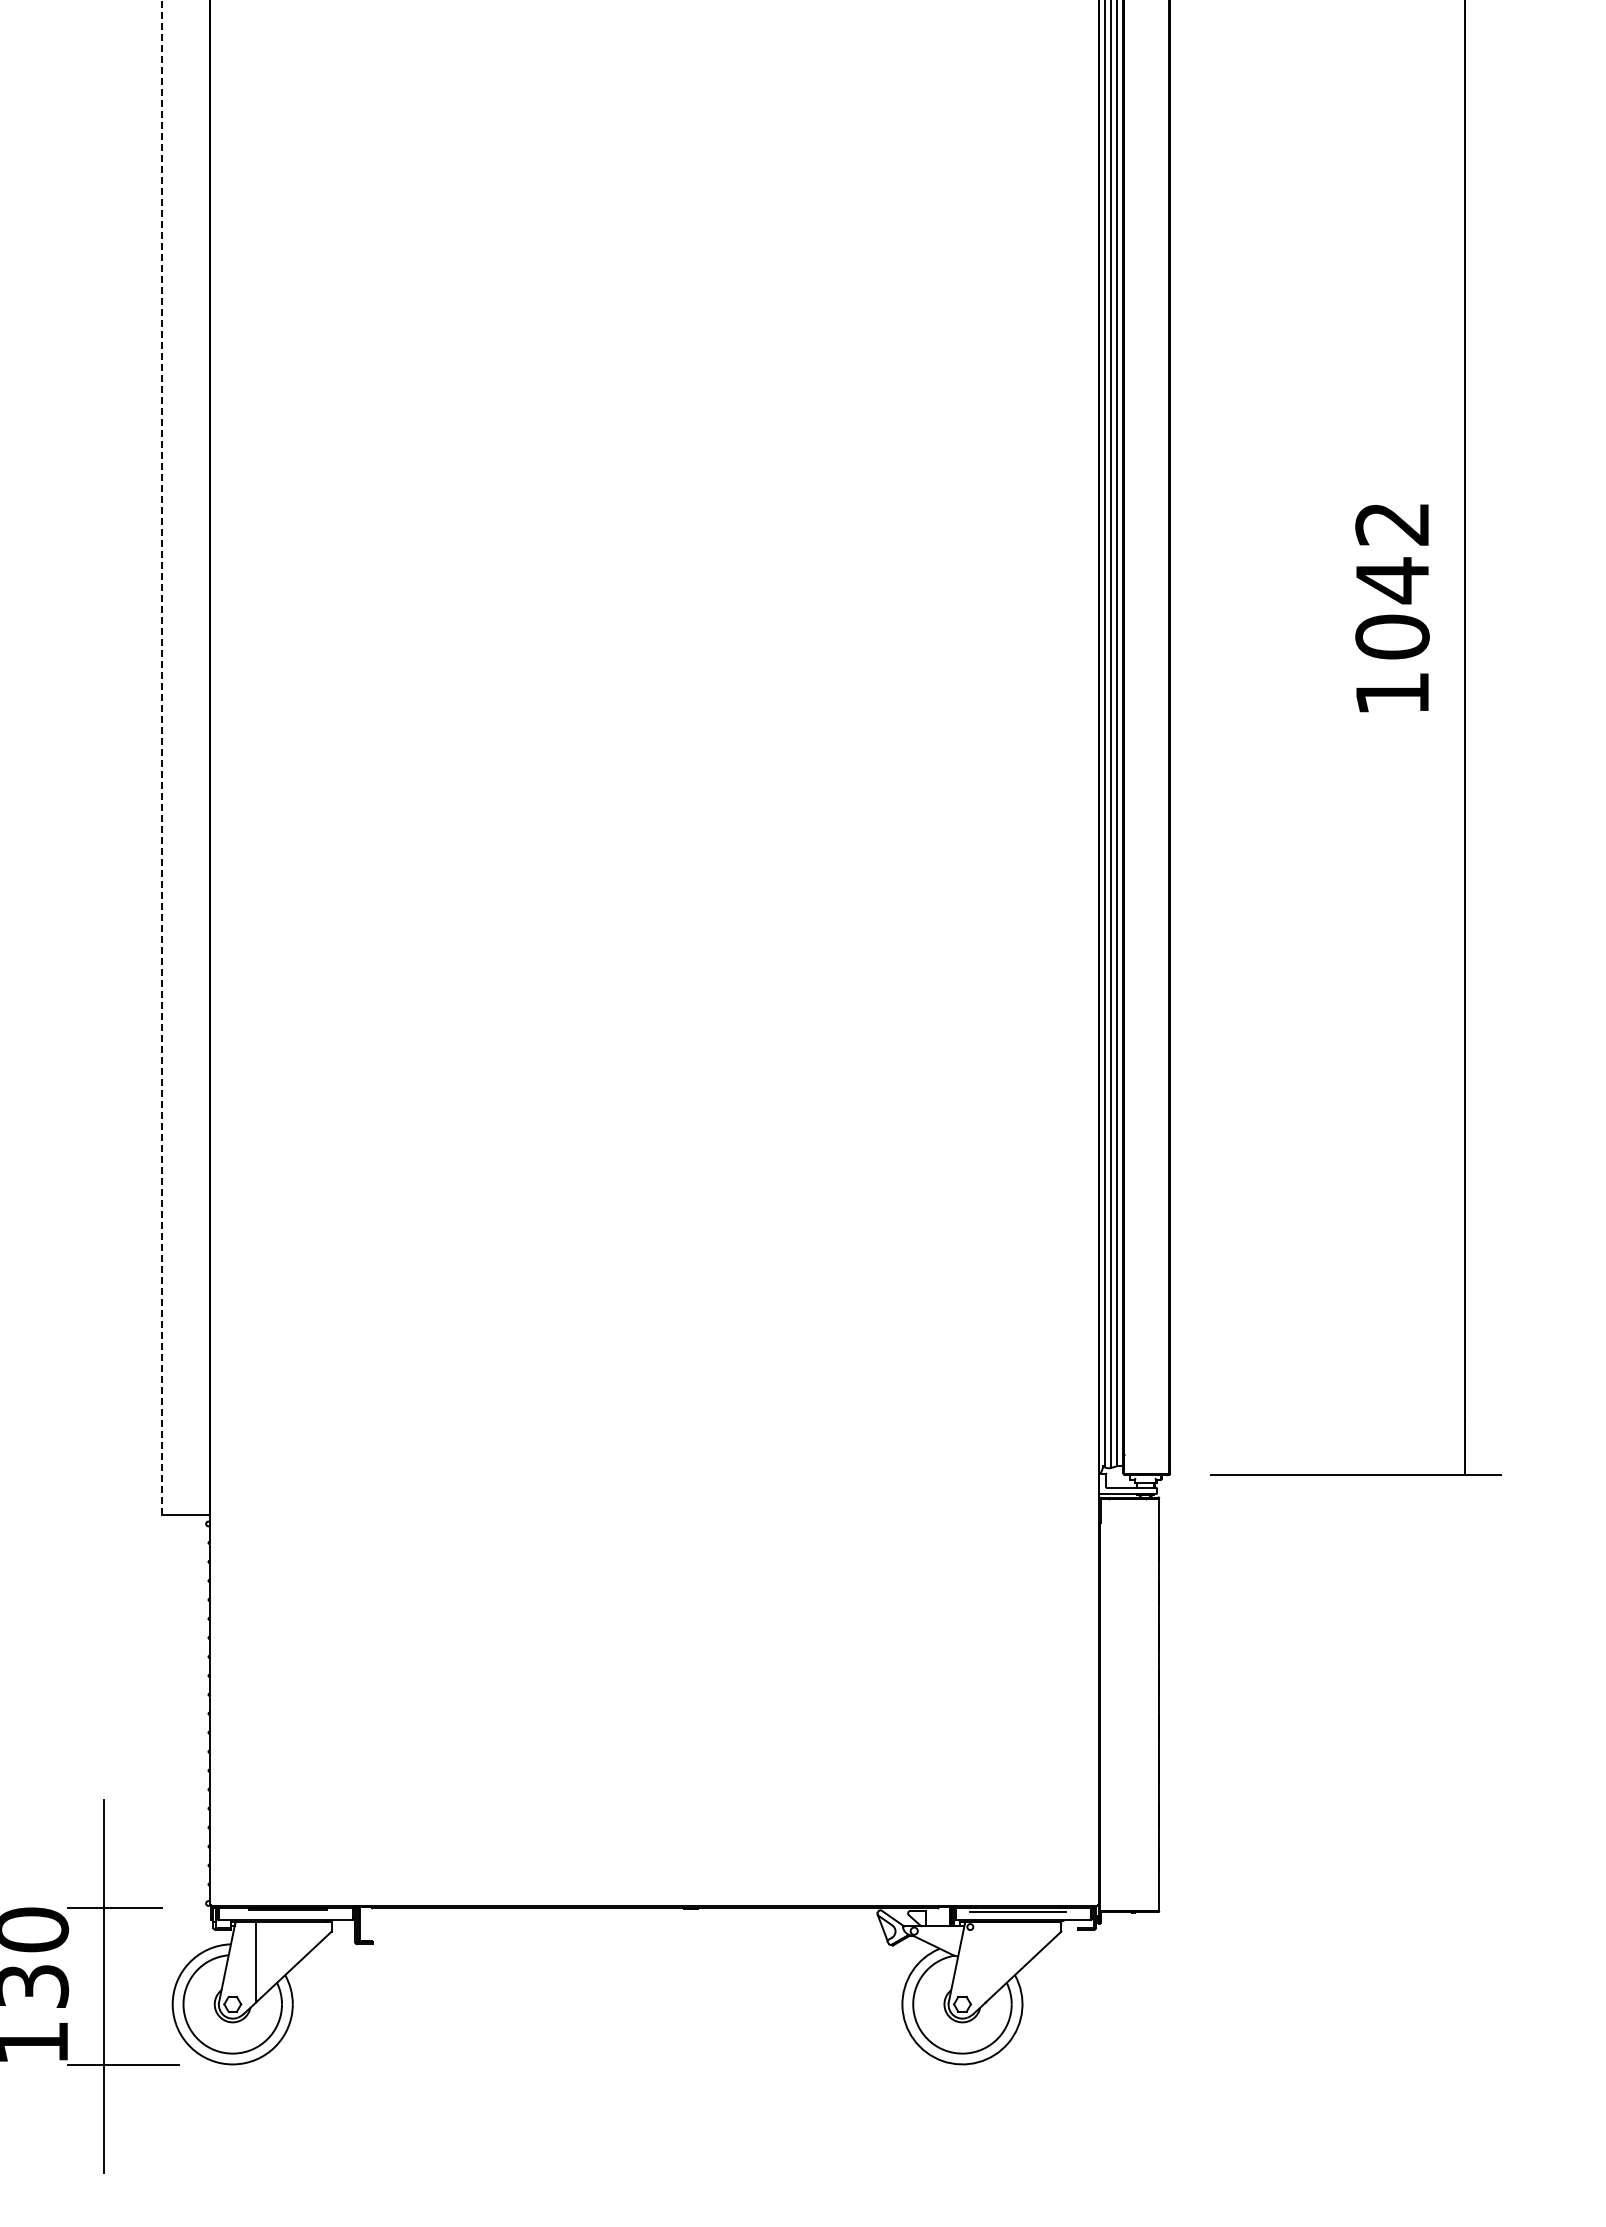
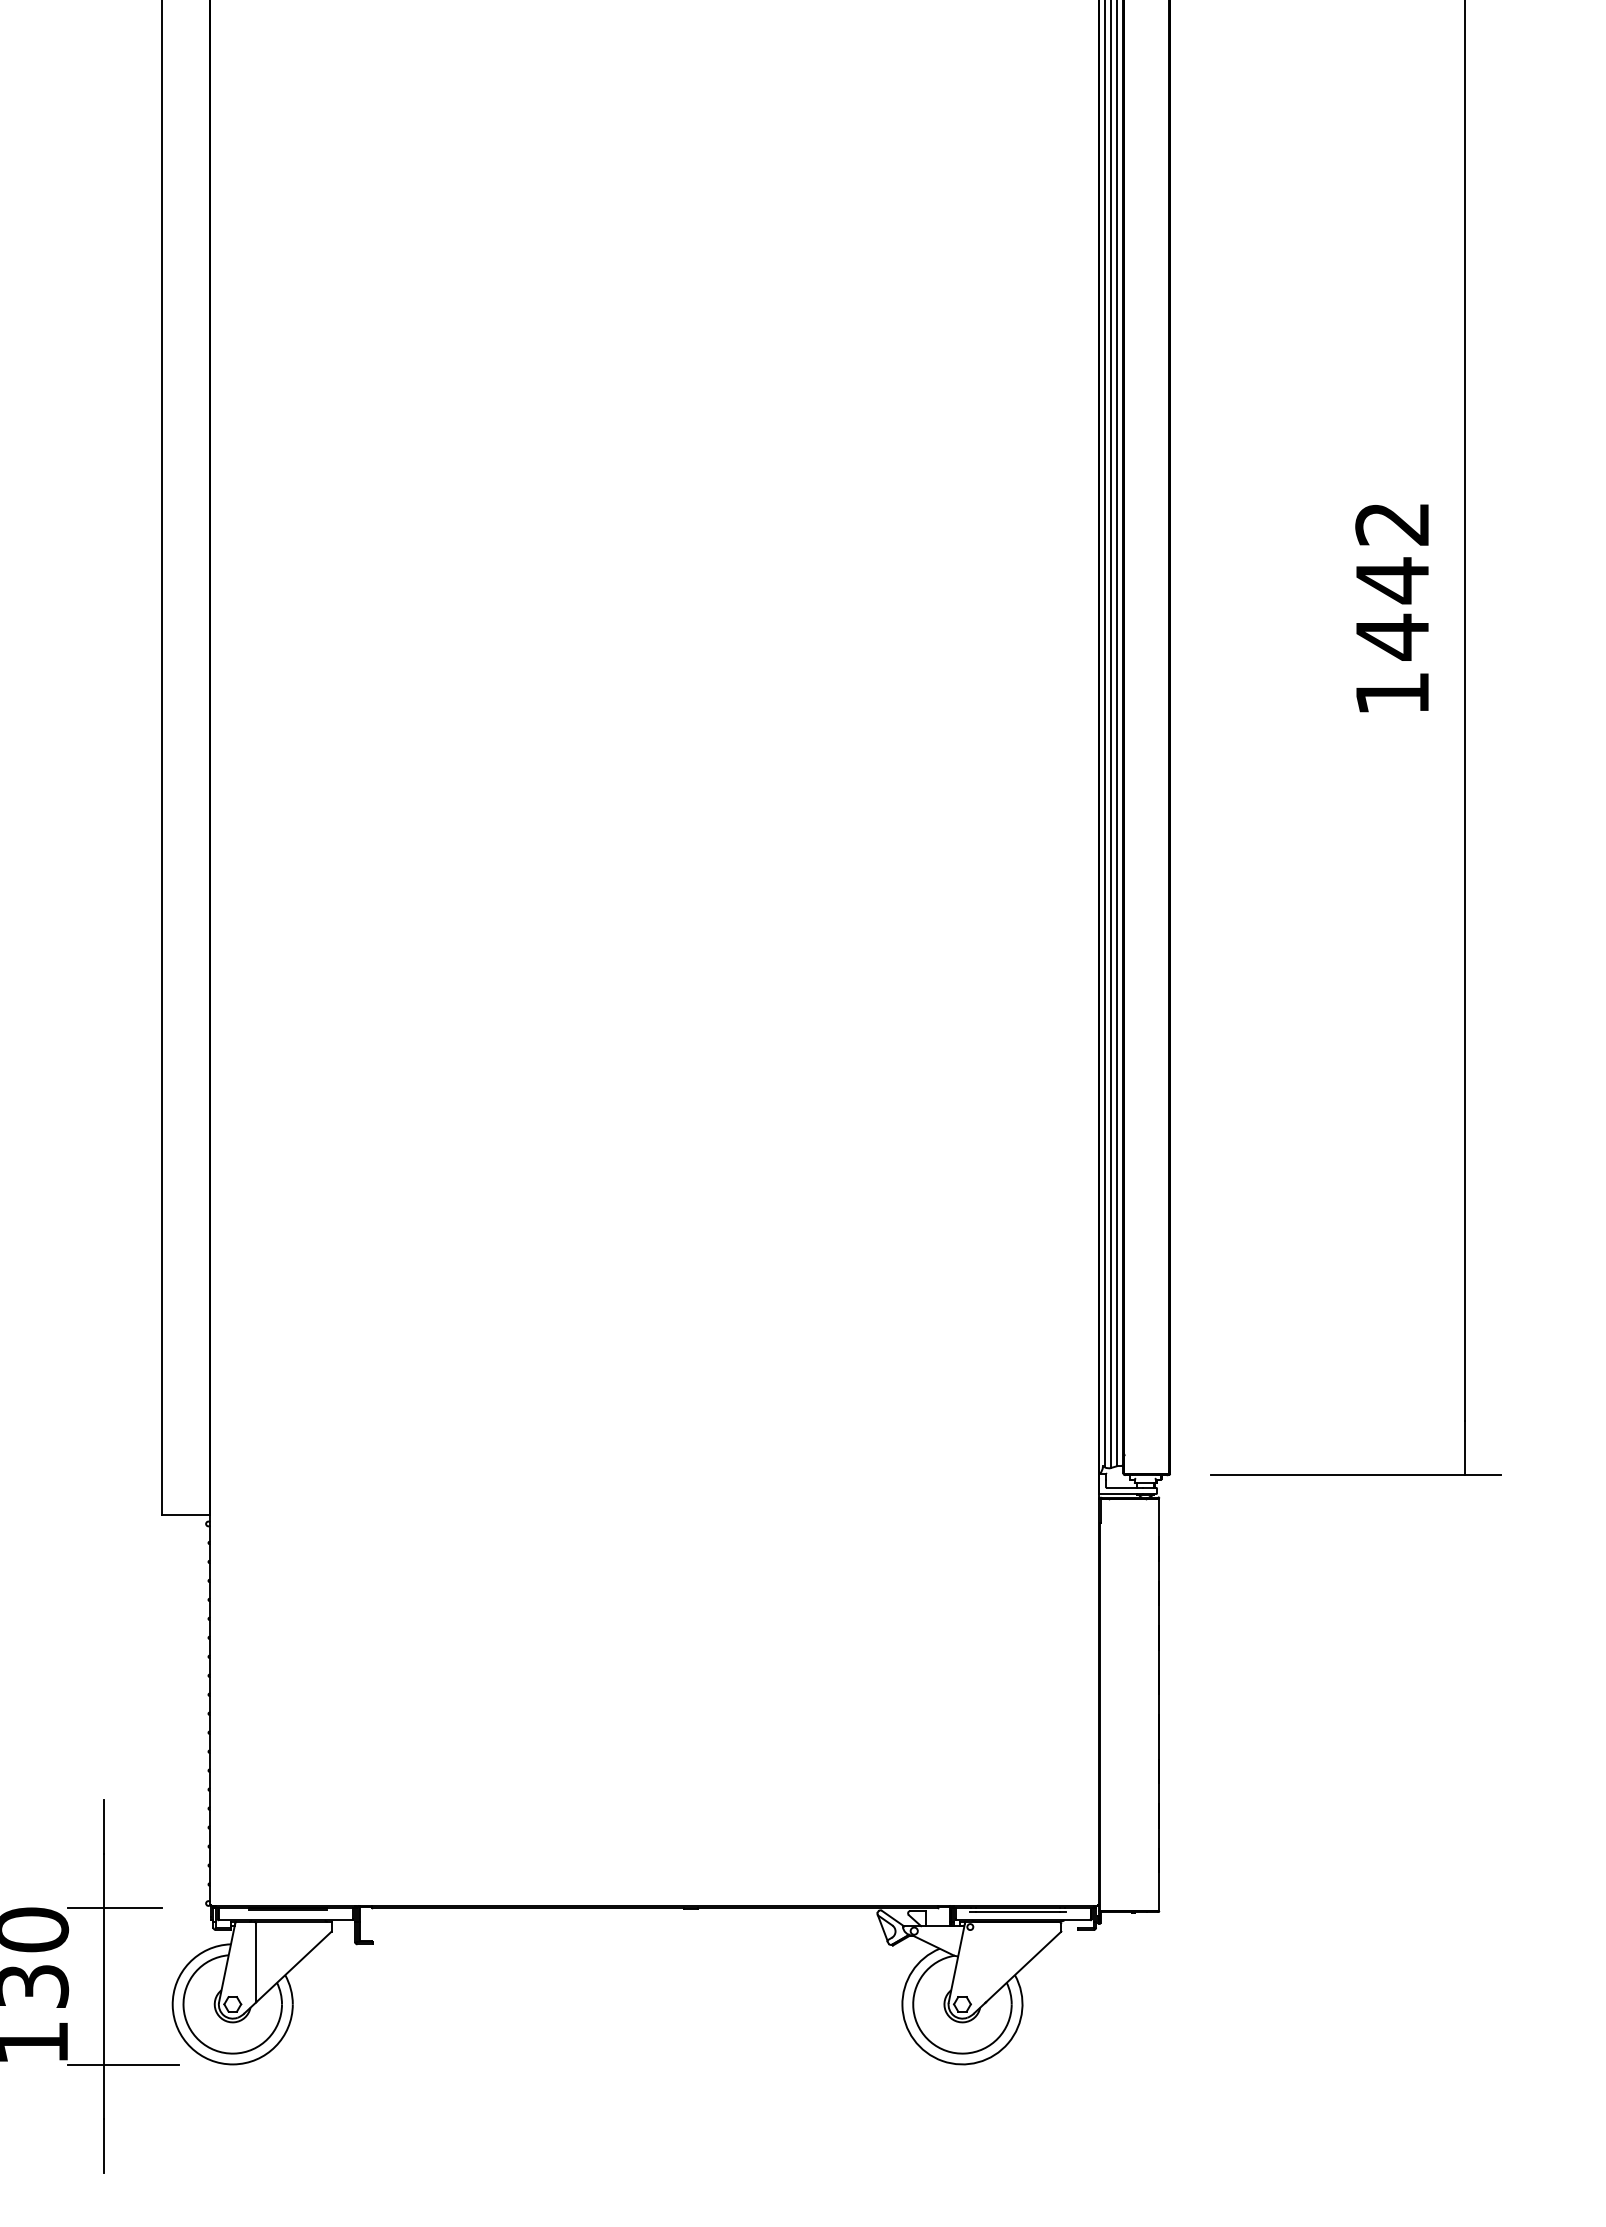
text at (1392, 636): 1042 -> 1442
line at (161, 757): dashed -> solid
